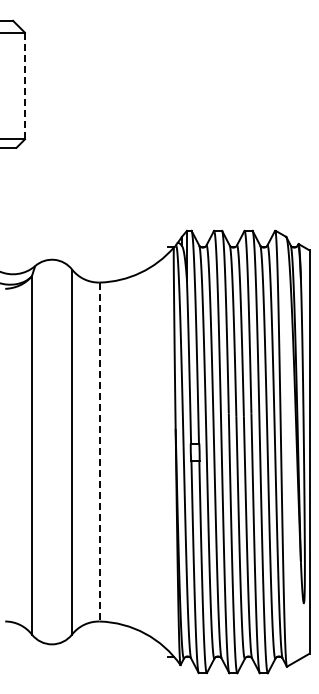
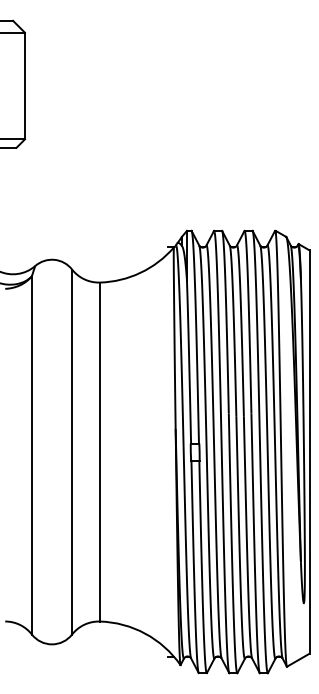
line at (24, 86): dashed -> solid
line at (99, 452): dashed -> solid
